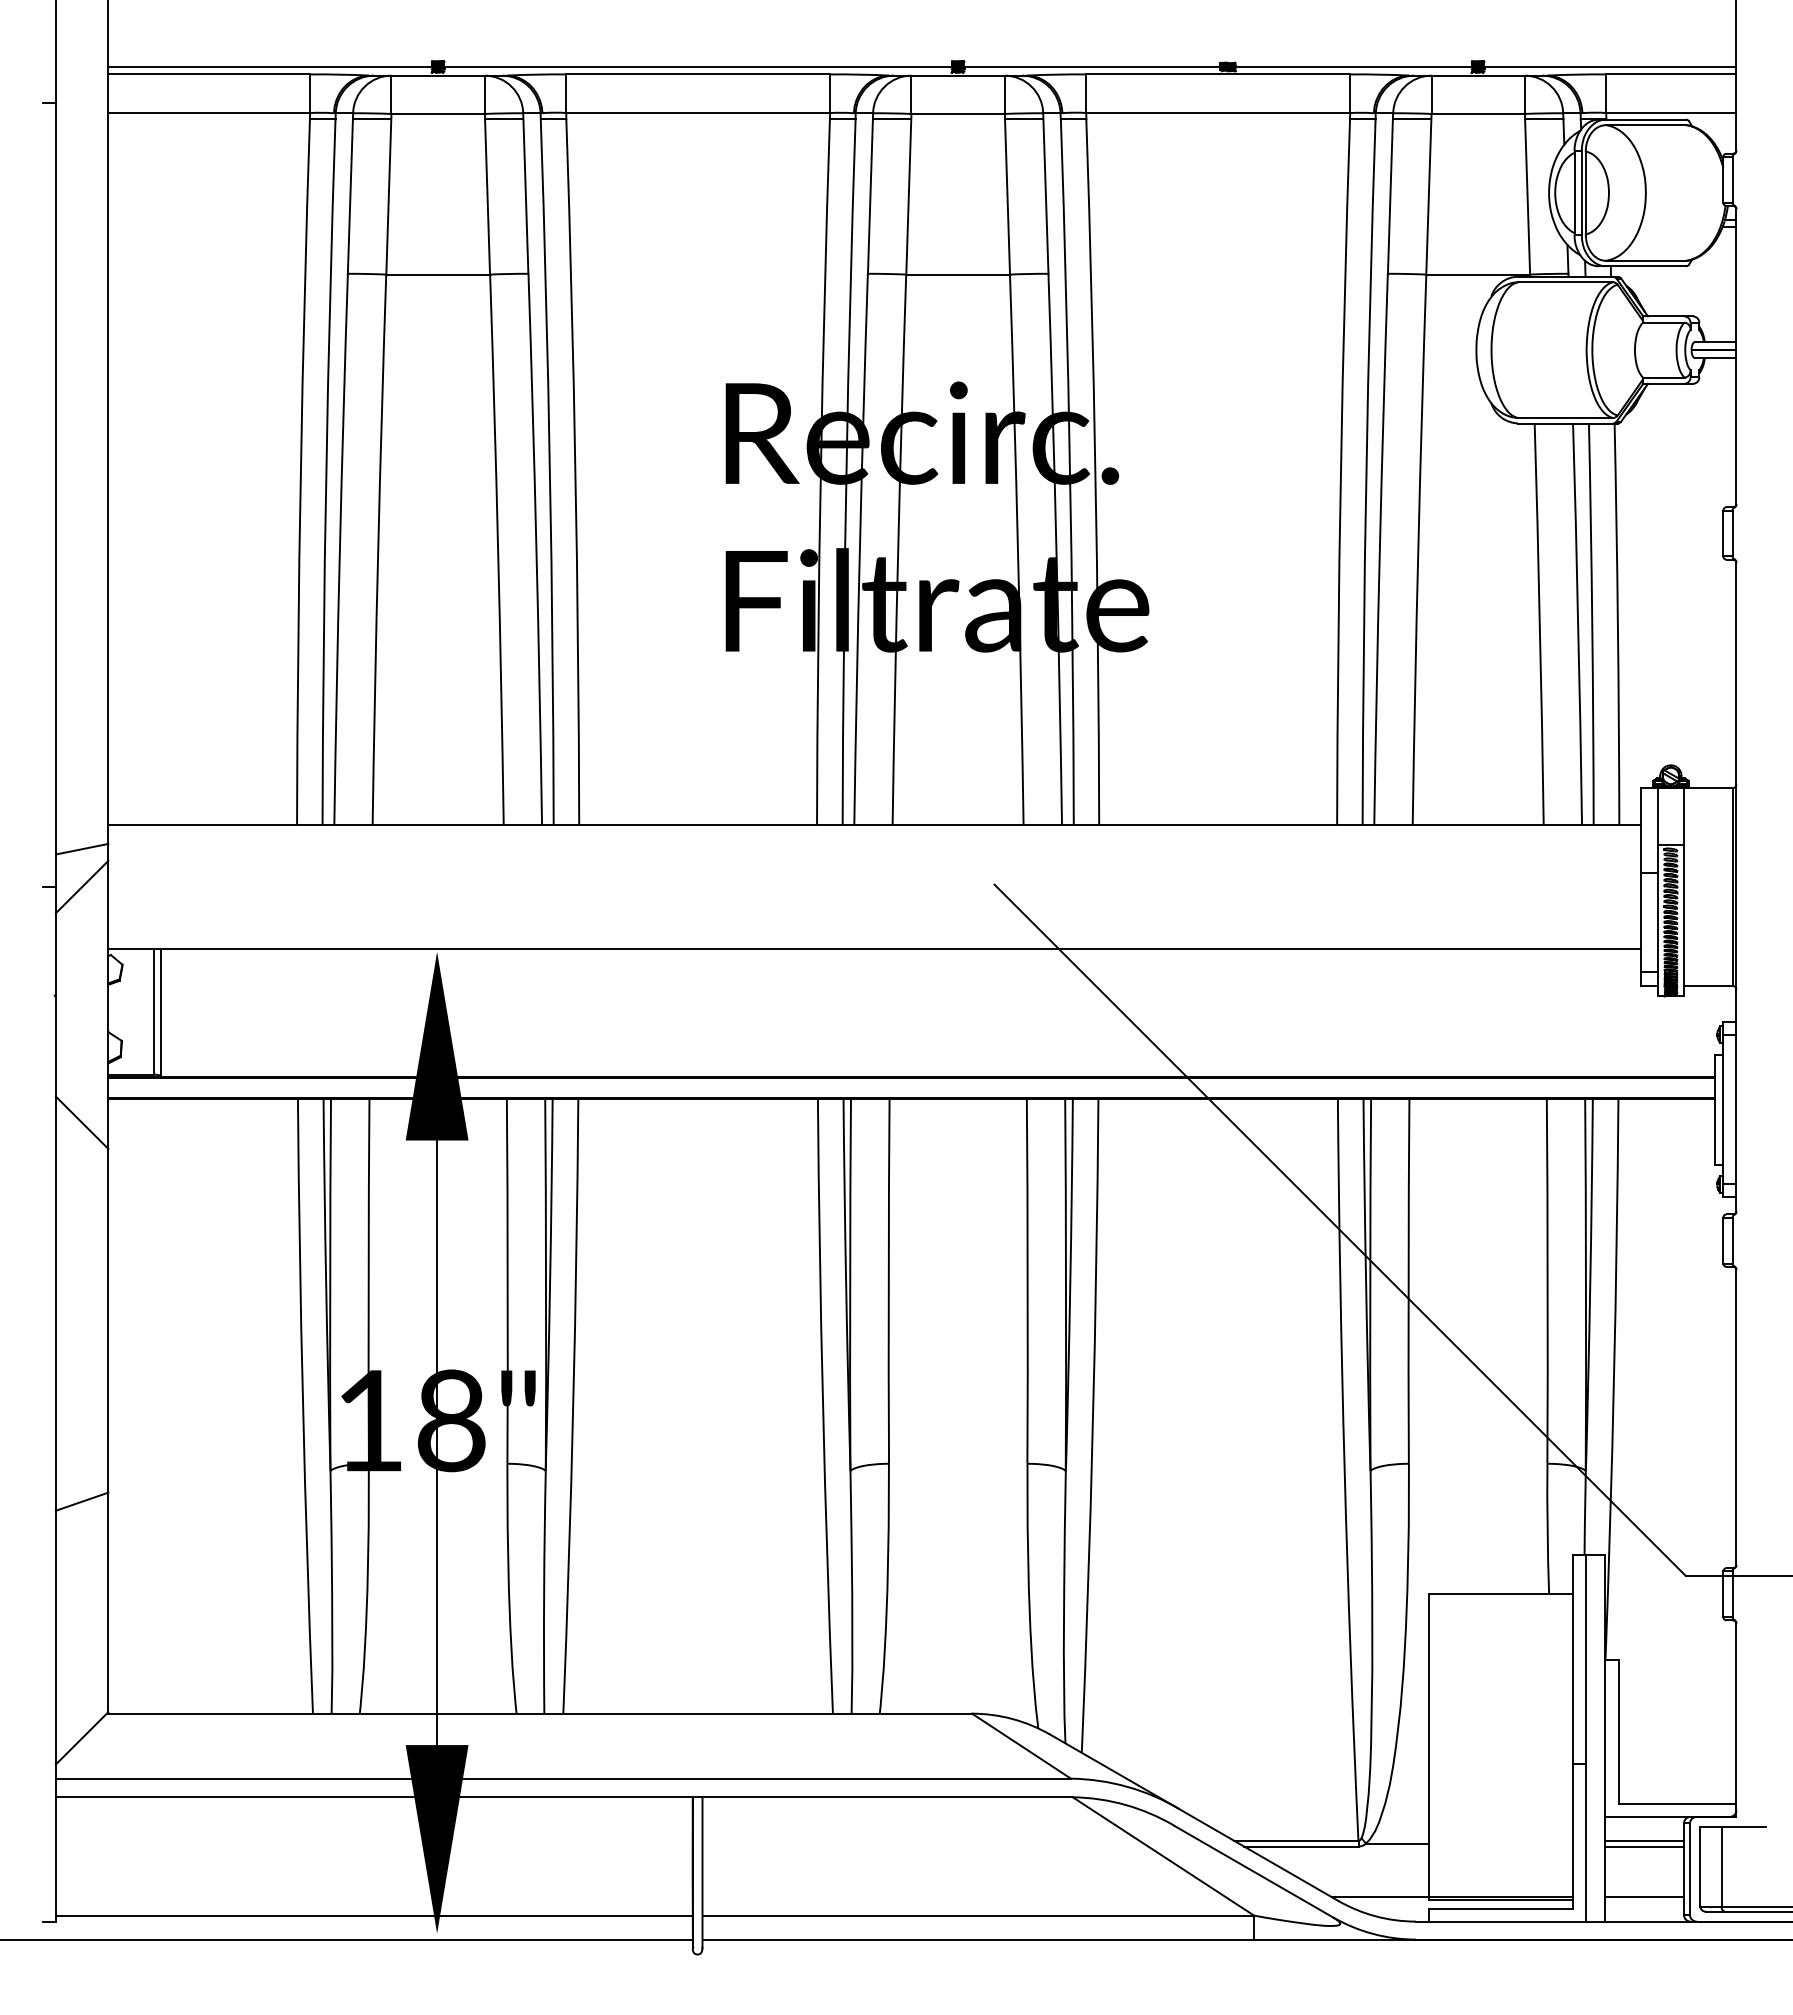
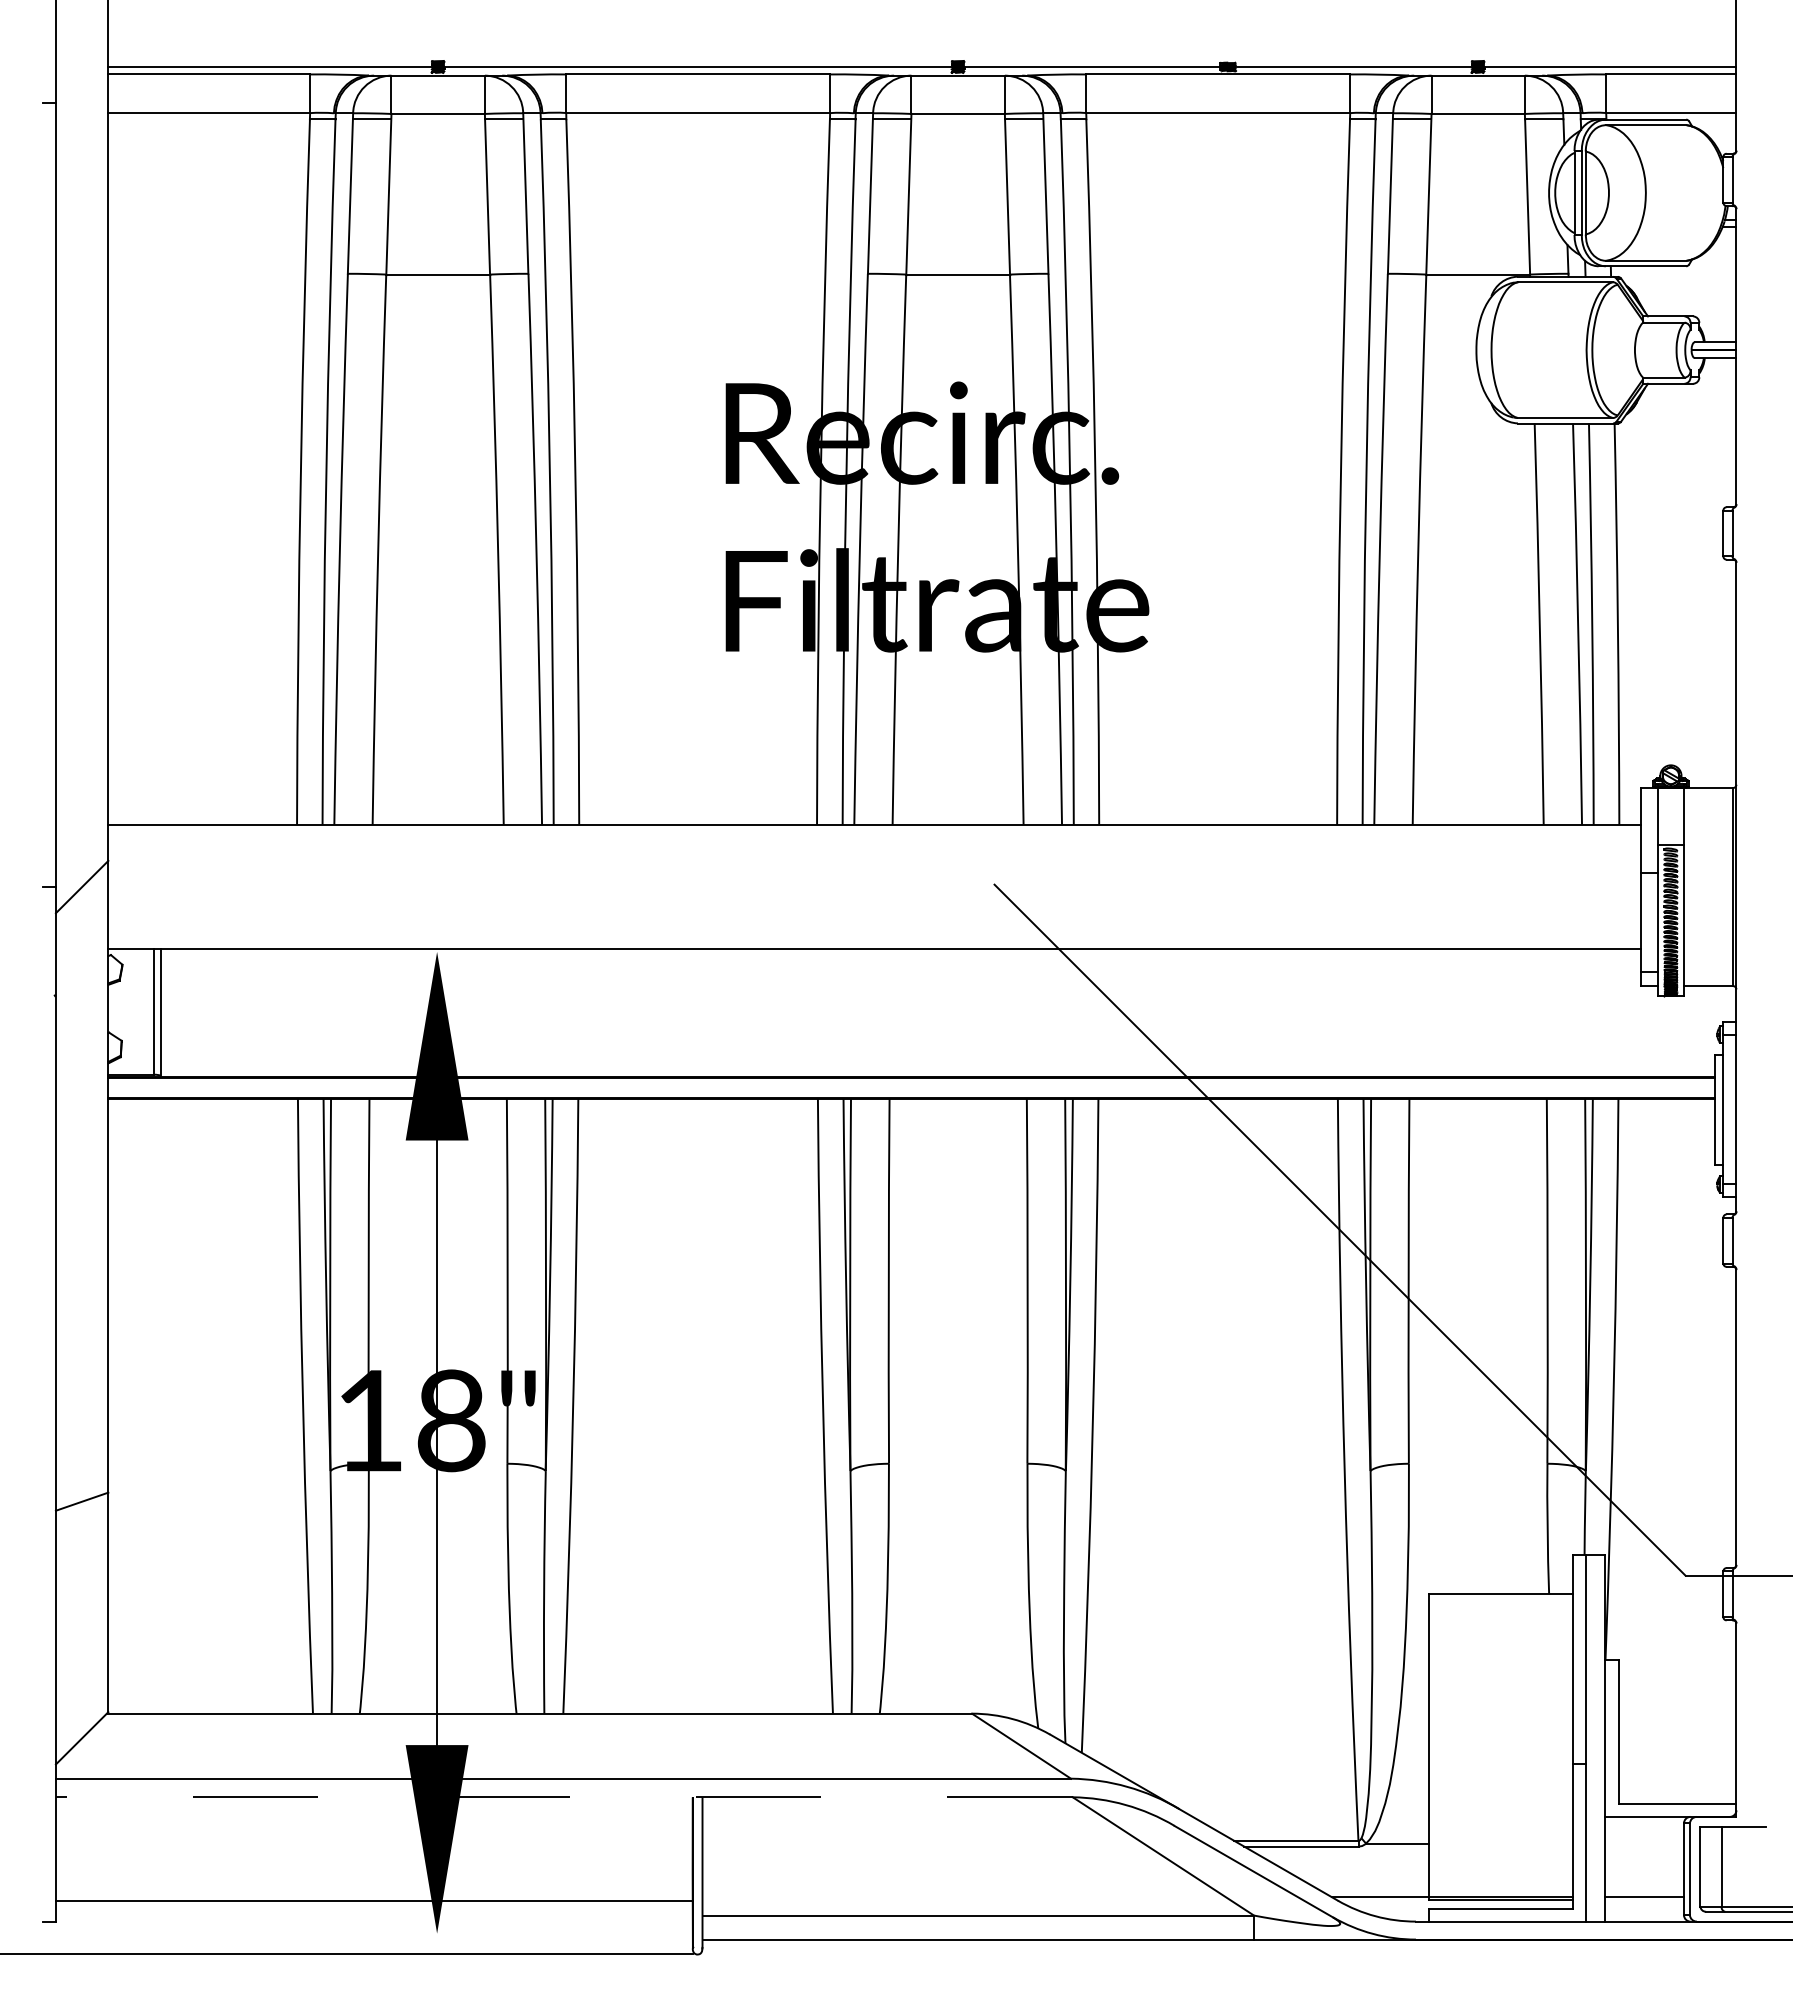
line at (81, 848): present -> none
line at (81, 1122): present -> none
line at (563, 1797): solid -> dashed
line at (1644, 1840): present -> none
line at (1644, 1846): present -> none
line at (373, 1915) position: (373, 1915) -> (373, 1900)
line at (347, 1939) position: (347, 1939) -> (347, 1953)
